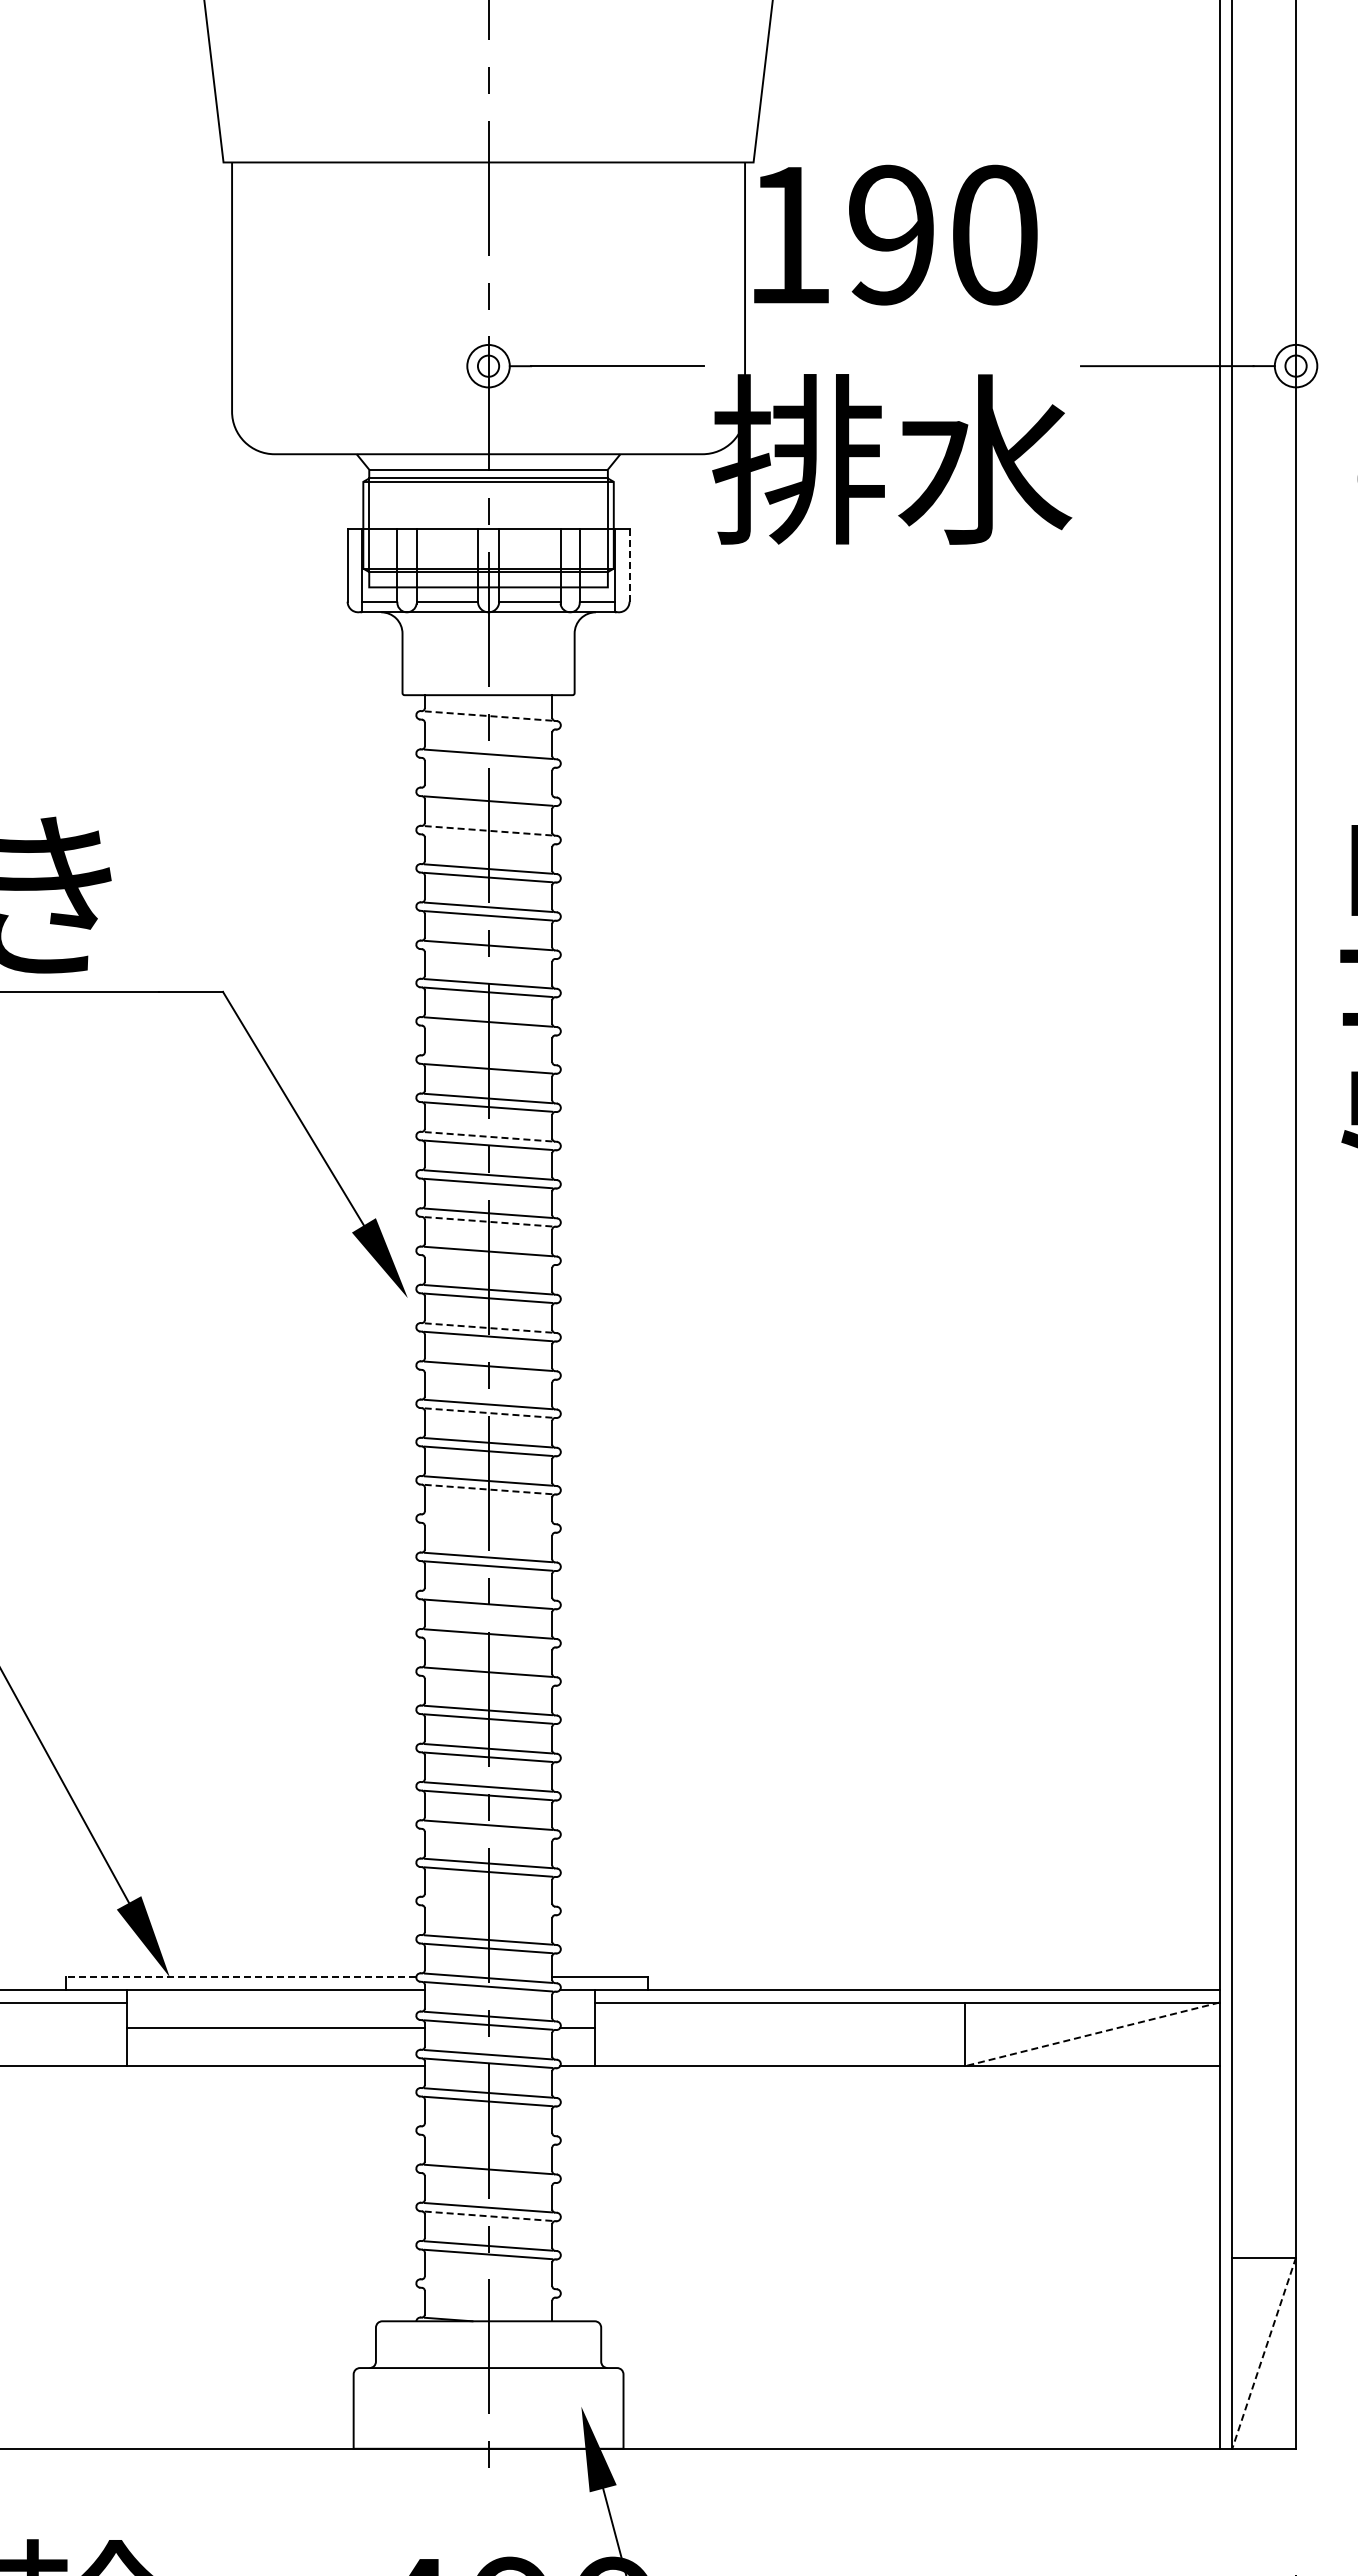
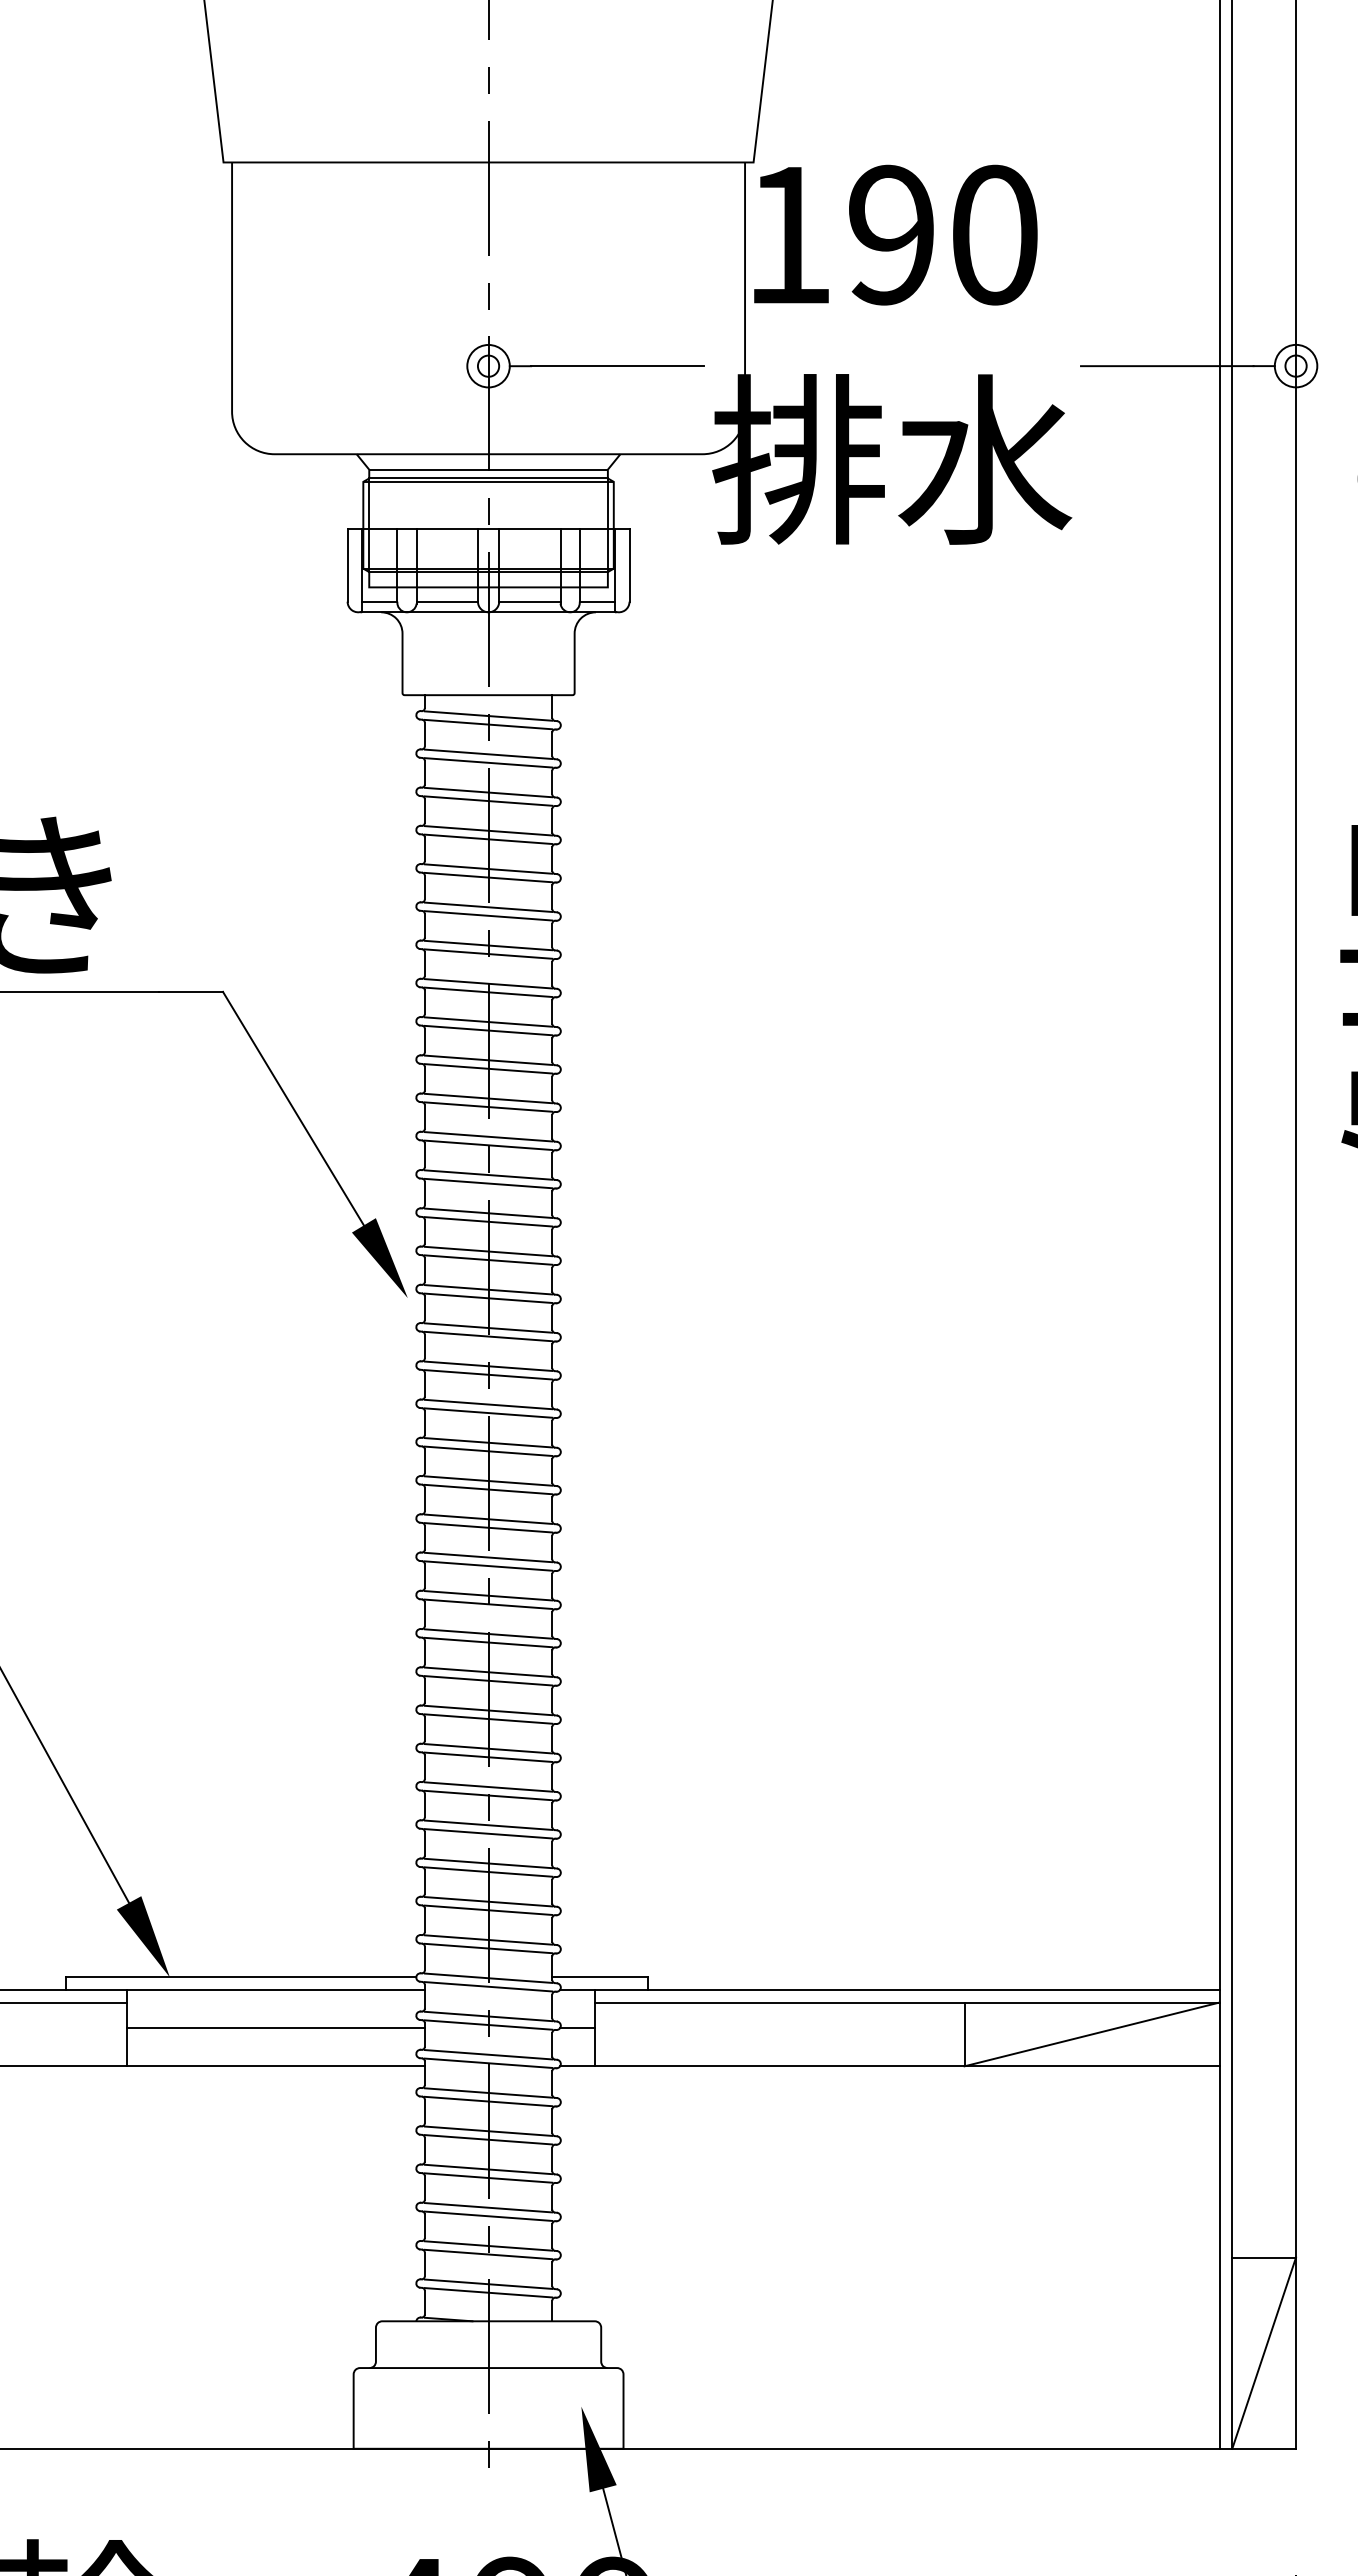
line at (629, 566): dashed -> solid
line at (488, 716): dashed -> solid
line at (488, 724): none -> present
line at (488, 762): none -> present
line at (488, 792): none -> present
line at (488, 830): dashed -> solid
line at (488, 839): none -> present
line at (488, 953): none -> present
line at (488, 1030): none -> present
line at (488, 1059): none -> present
line at (488, 1136): dashed -> solid
line at (488, 1221): dashed -> solid
line at (488, 1259): none -> present
line at (488, 1328): dashed -> solid
line at (488, 1374): none -> present
line at (488, 1413): dashed -> solid
line at (488, 1489): dashed -> solid
line at (488, 1518): none -> present
line at (488, 1527): none -> present
line at (488, 1595): none -> present
line at (488, 1642): none -> present
line at (488, 1680): none -> present
line at (488, 1833): none -> present
line at (488, 1901): none -> present
line at (488, 1909): none -> present
line at (240, 1977): dashed -> solid
line at (1091, 2034): dashed -> solid
line at (488, 2130): none -> present
line at (488, 2139): none -> present
line at (488, 2177): none -> present
line at (488, 2216): dashed -> solid
line at (488, 2283): none -> present
line at (488, 2292): none -> present
line at (1264, 2353): dashed -> solid
